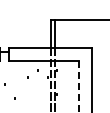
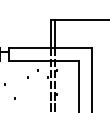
line at (79, 86): dashed -> solid
